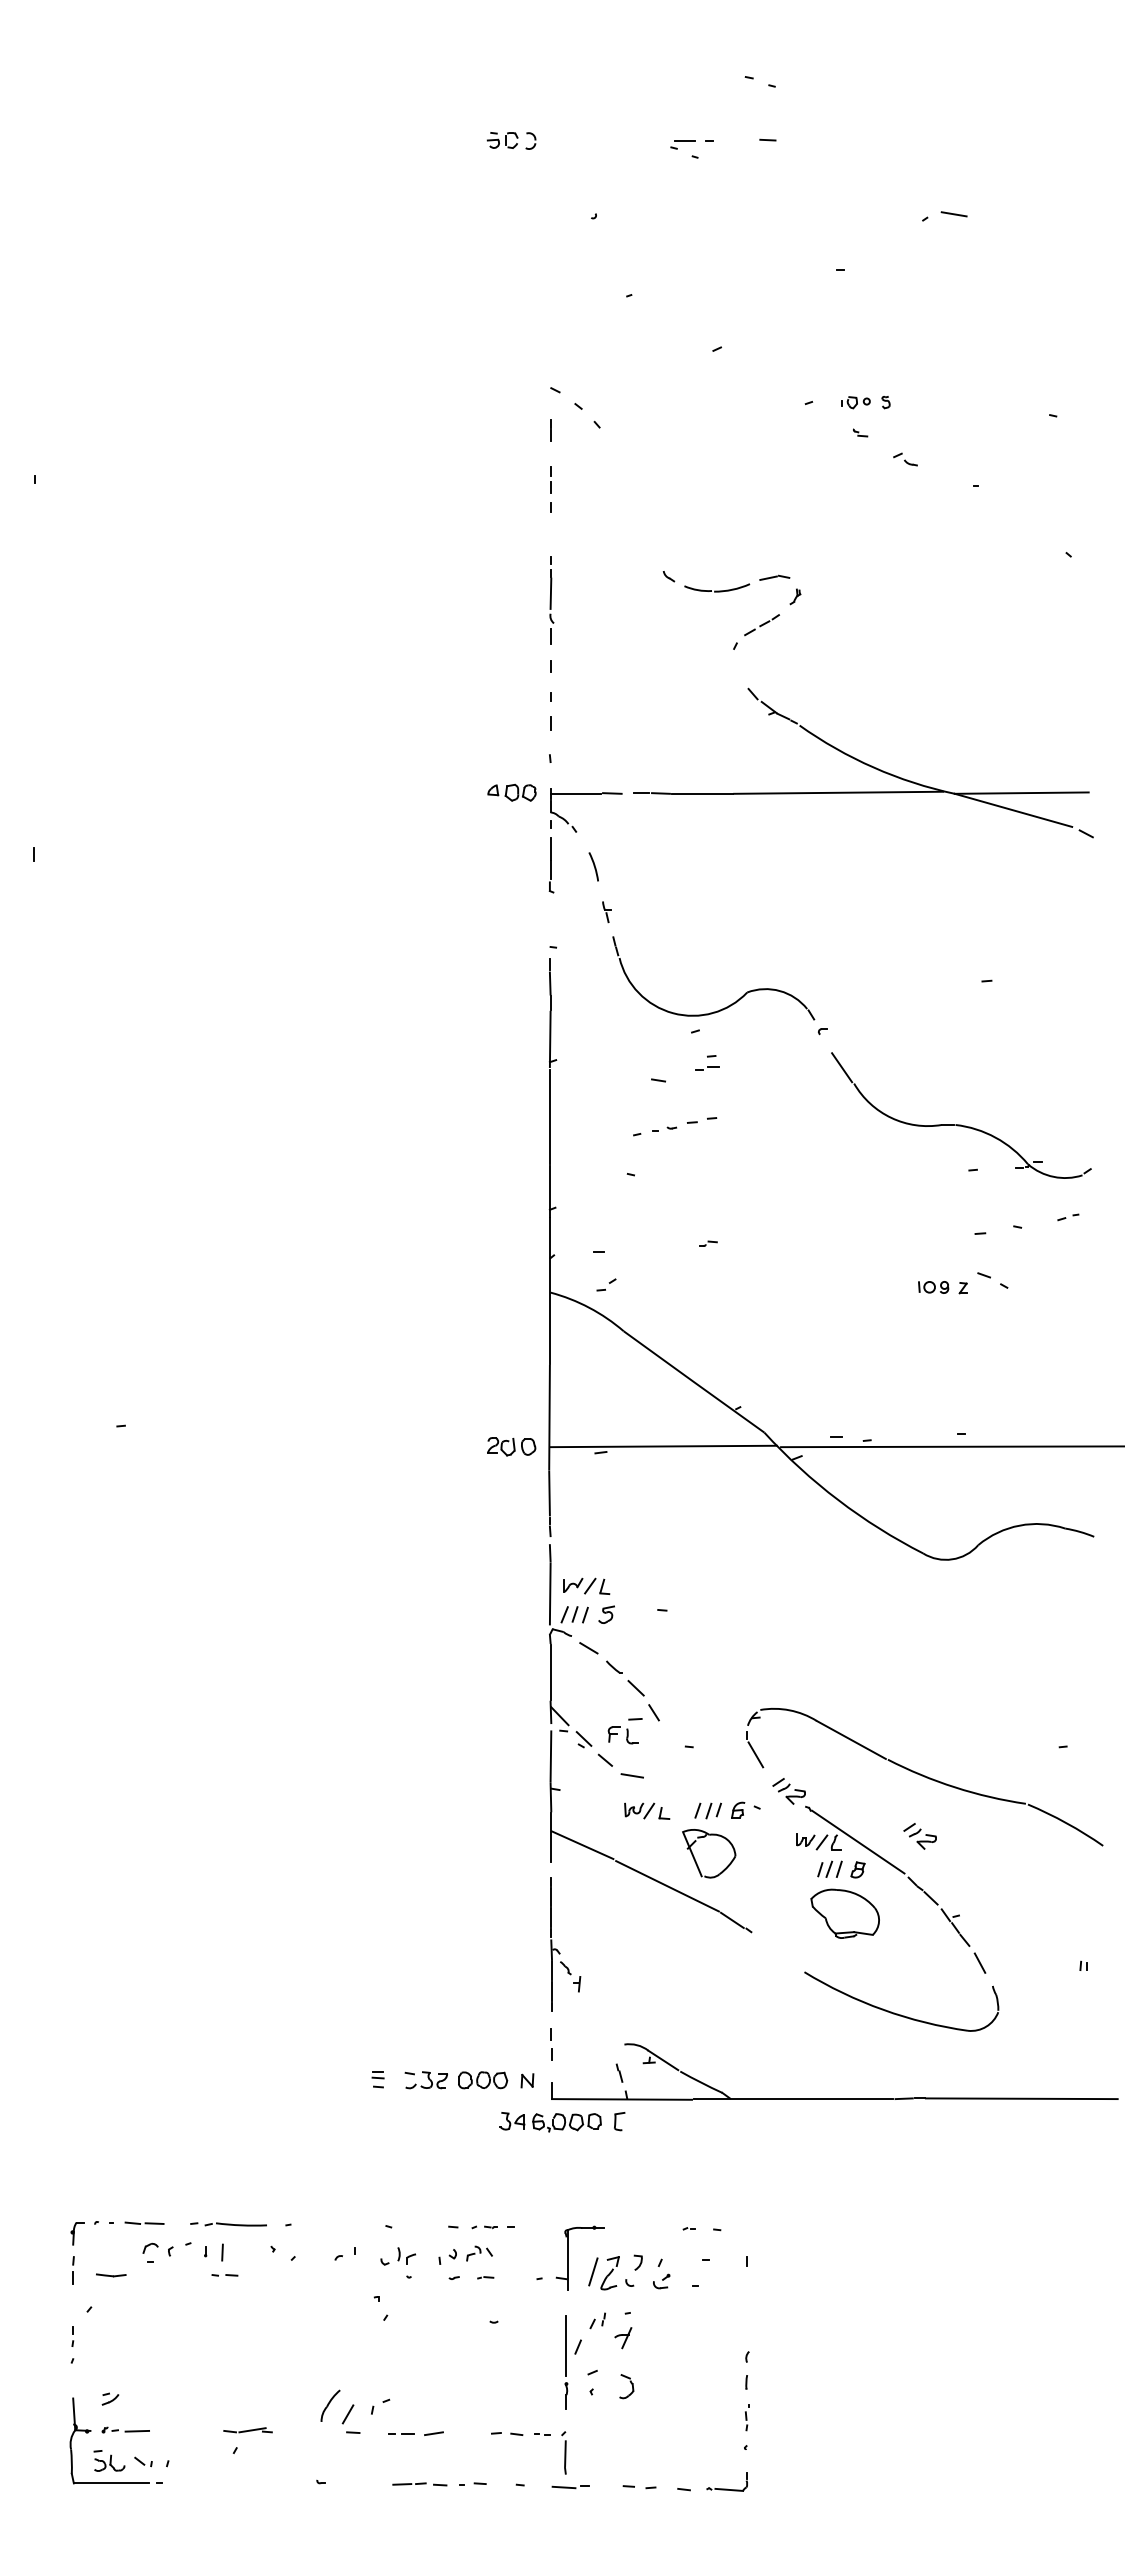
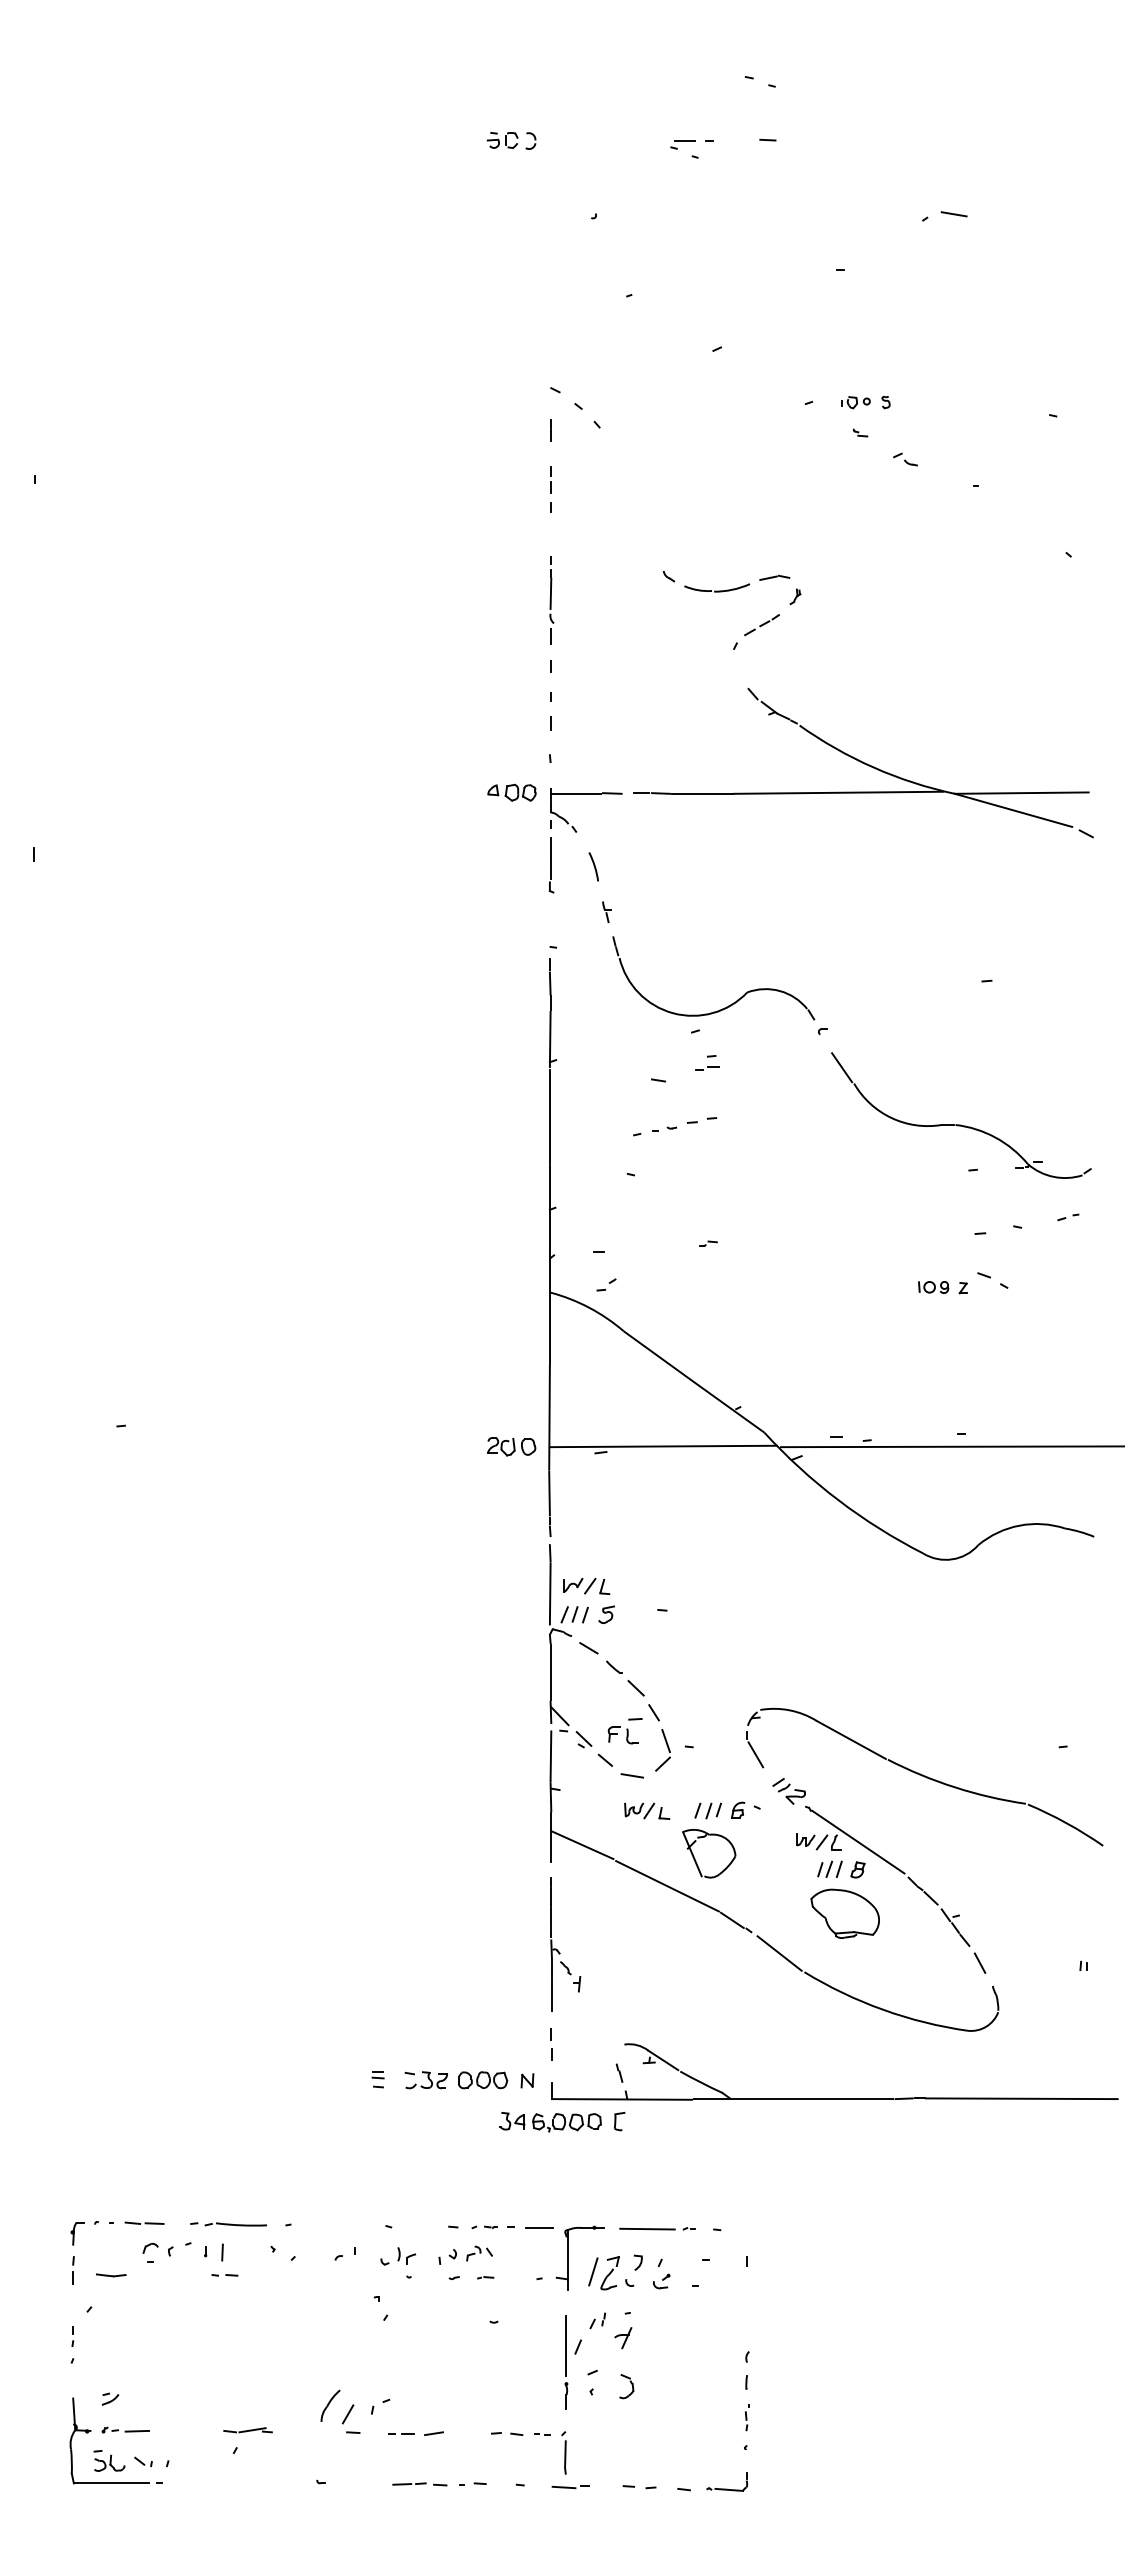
part at (662, 1750): none -> present
part at (919, 1836): present -> none
line at (779, 1953): none -> present
line at (539, 2228): none -> present
line at (647, 2228): none -> present
